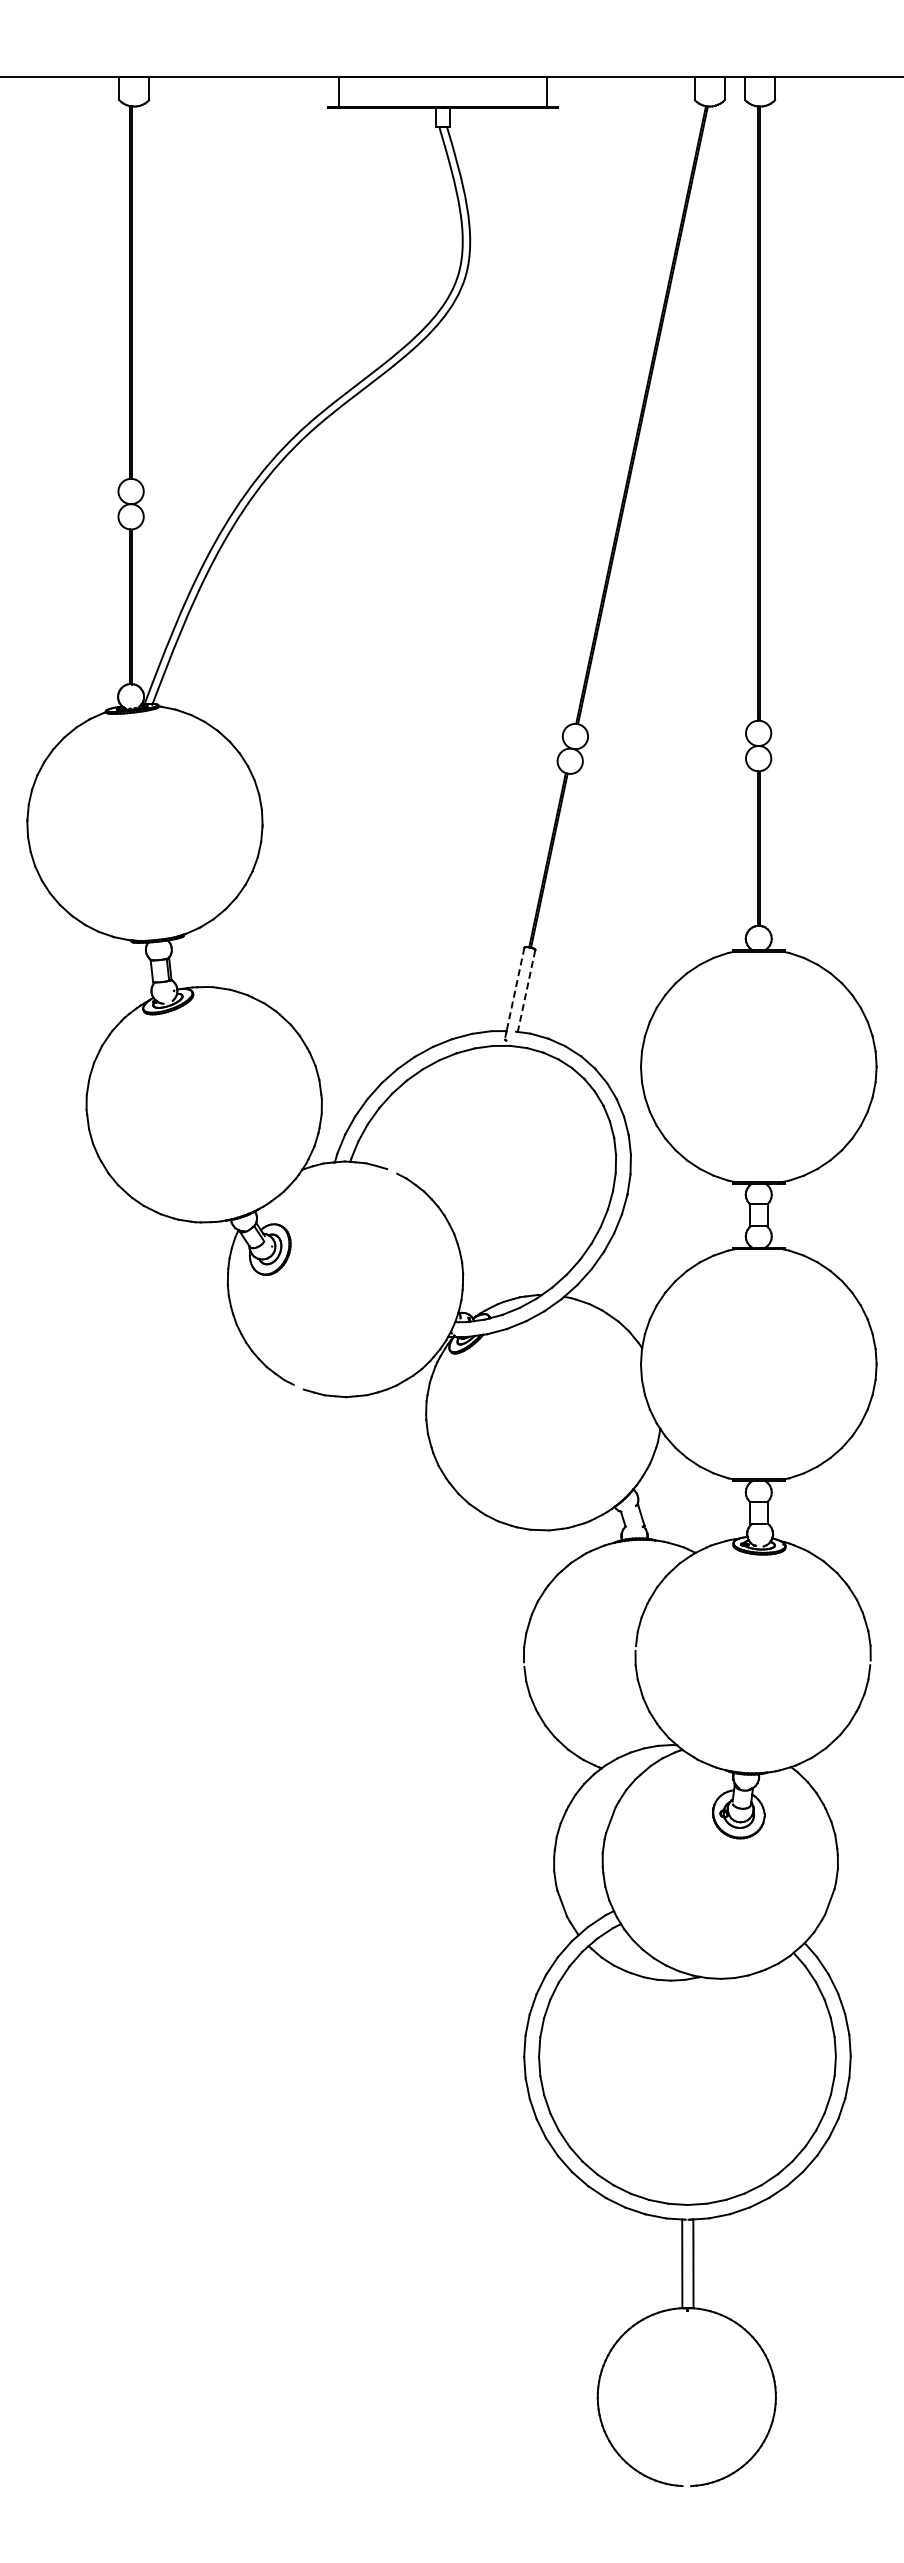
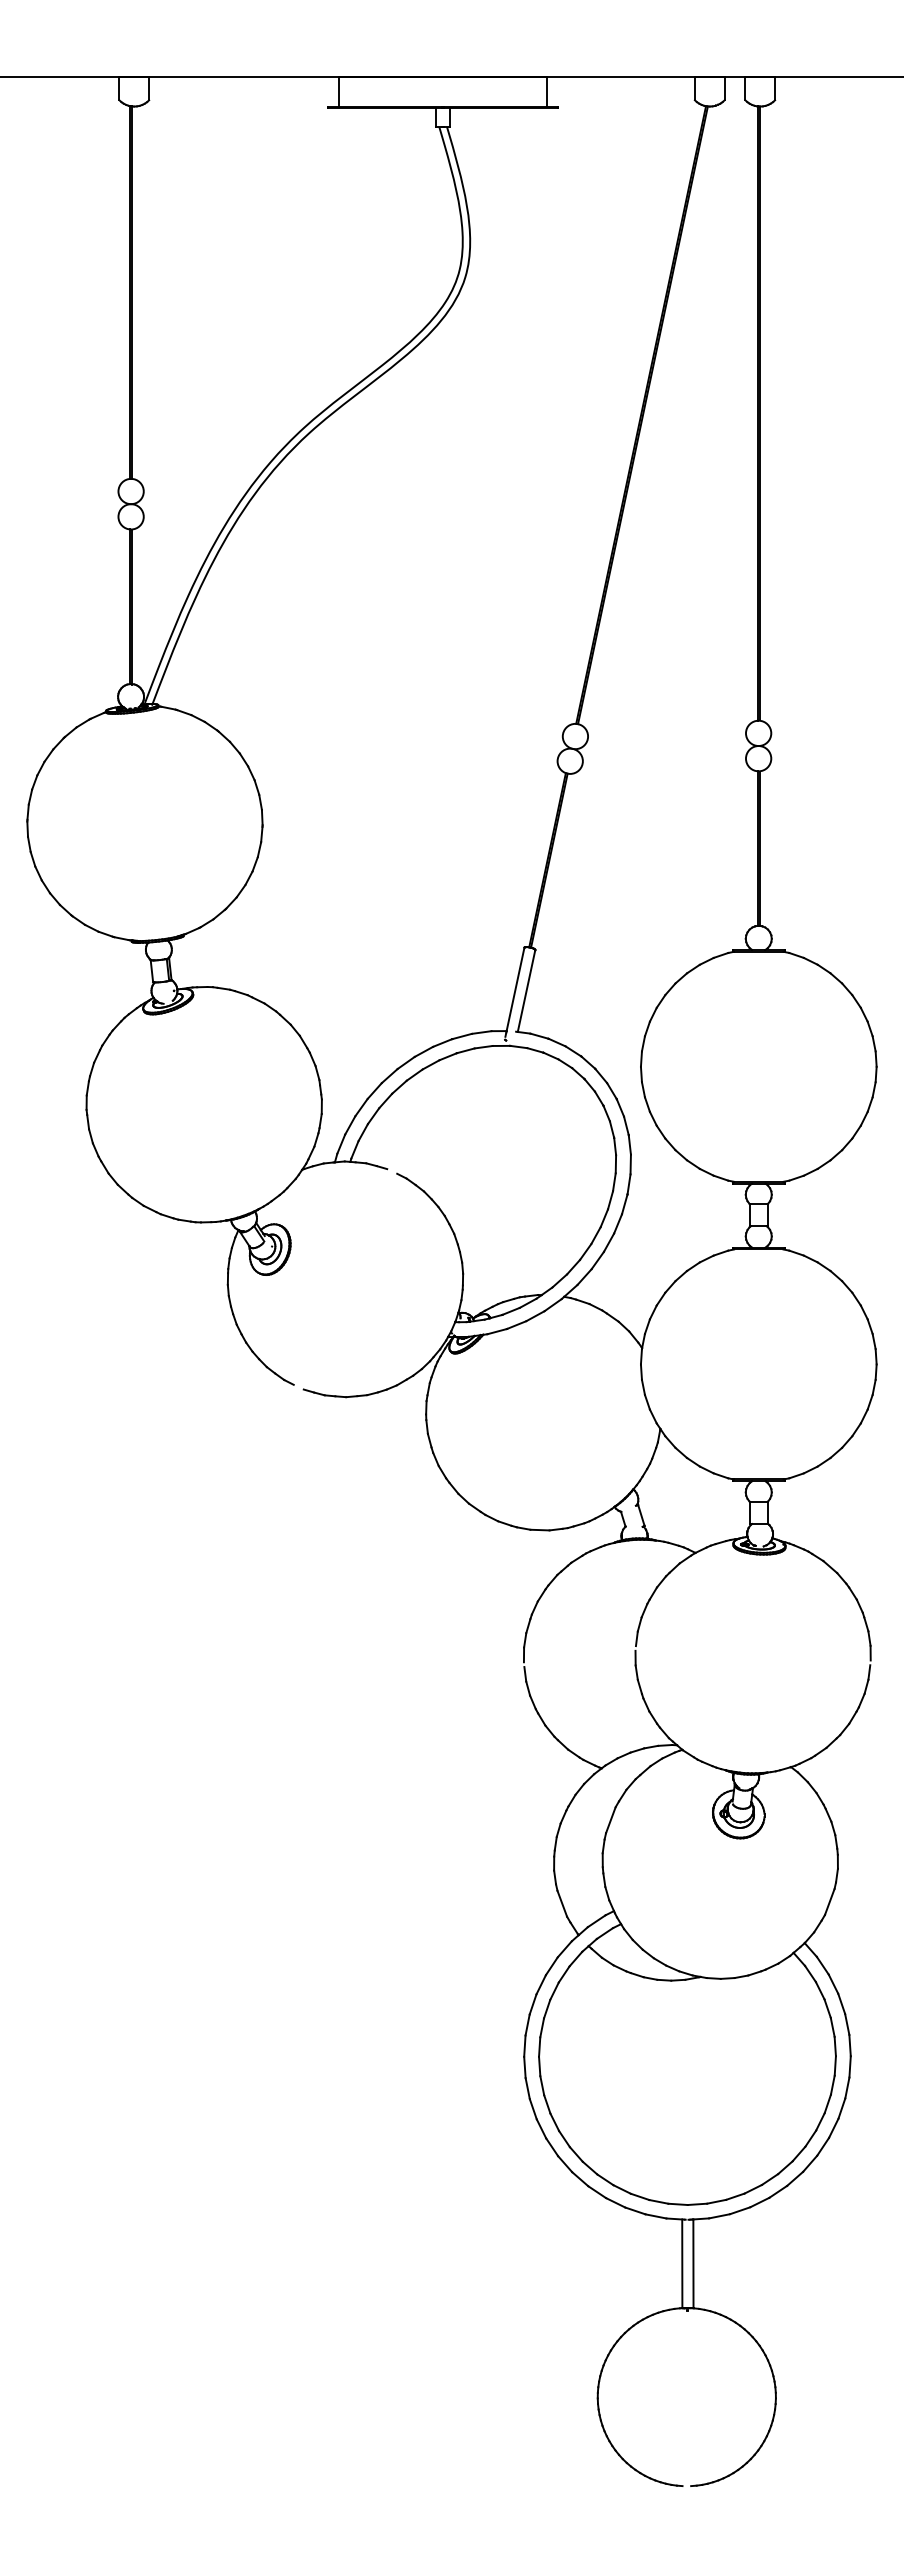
line at (515, 989): dashed -> solid
line at (526, 991): dashed -> solid
